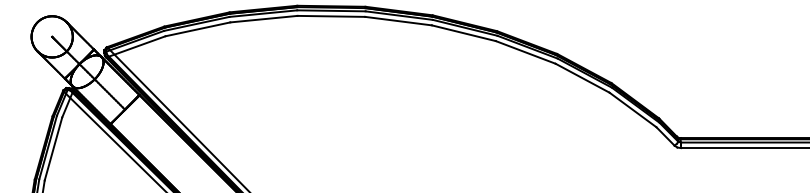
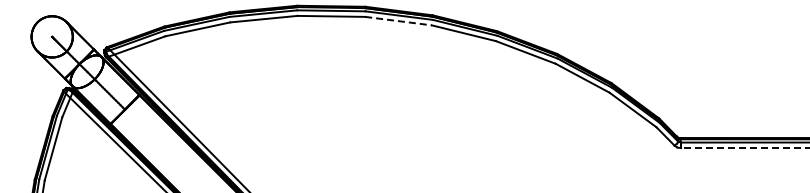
line at (398, 21): solid -> dashed
line at (744, 148): solid -> dashed
